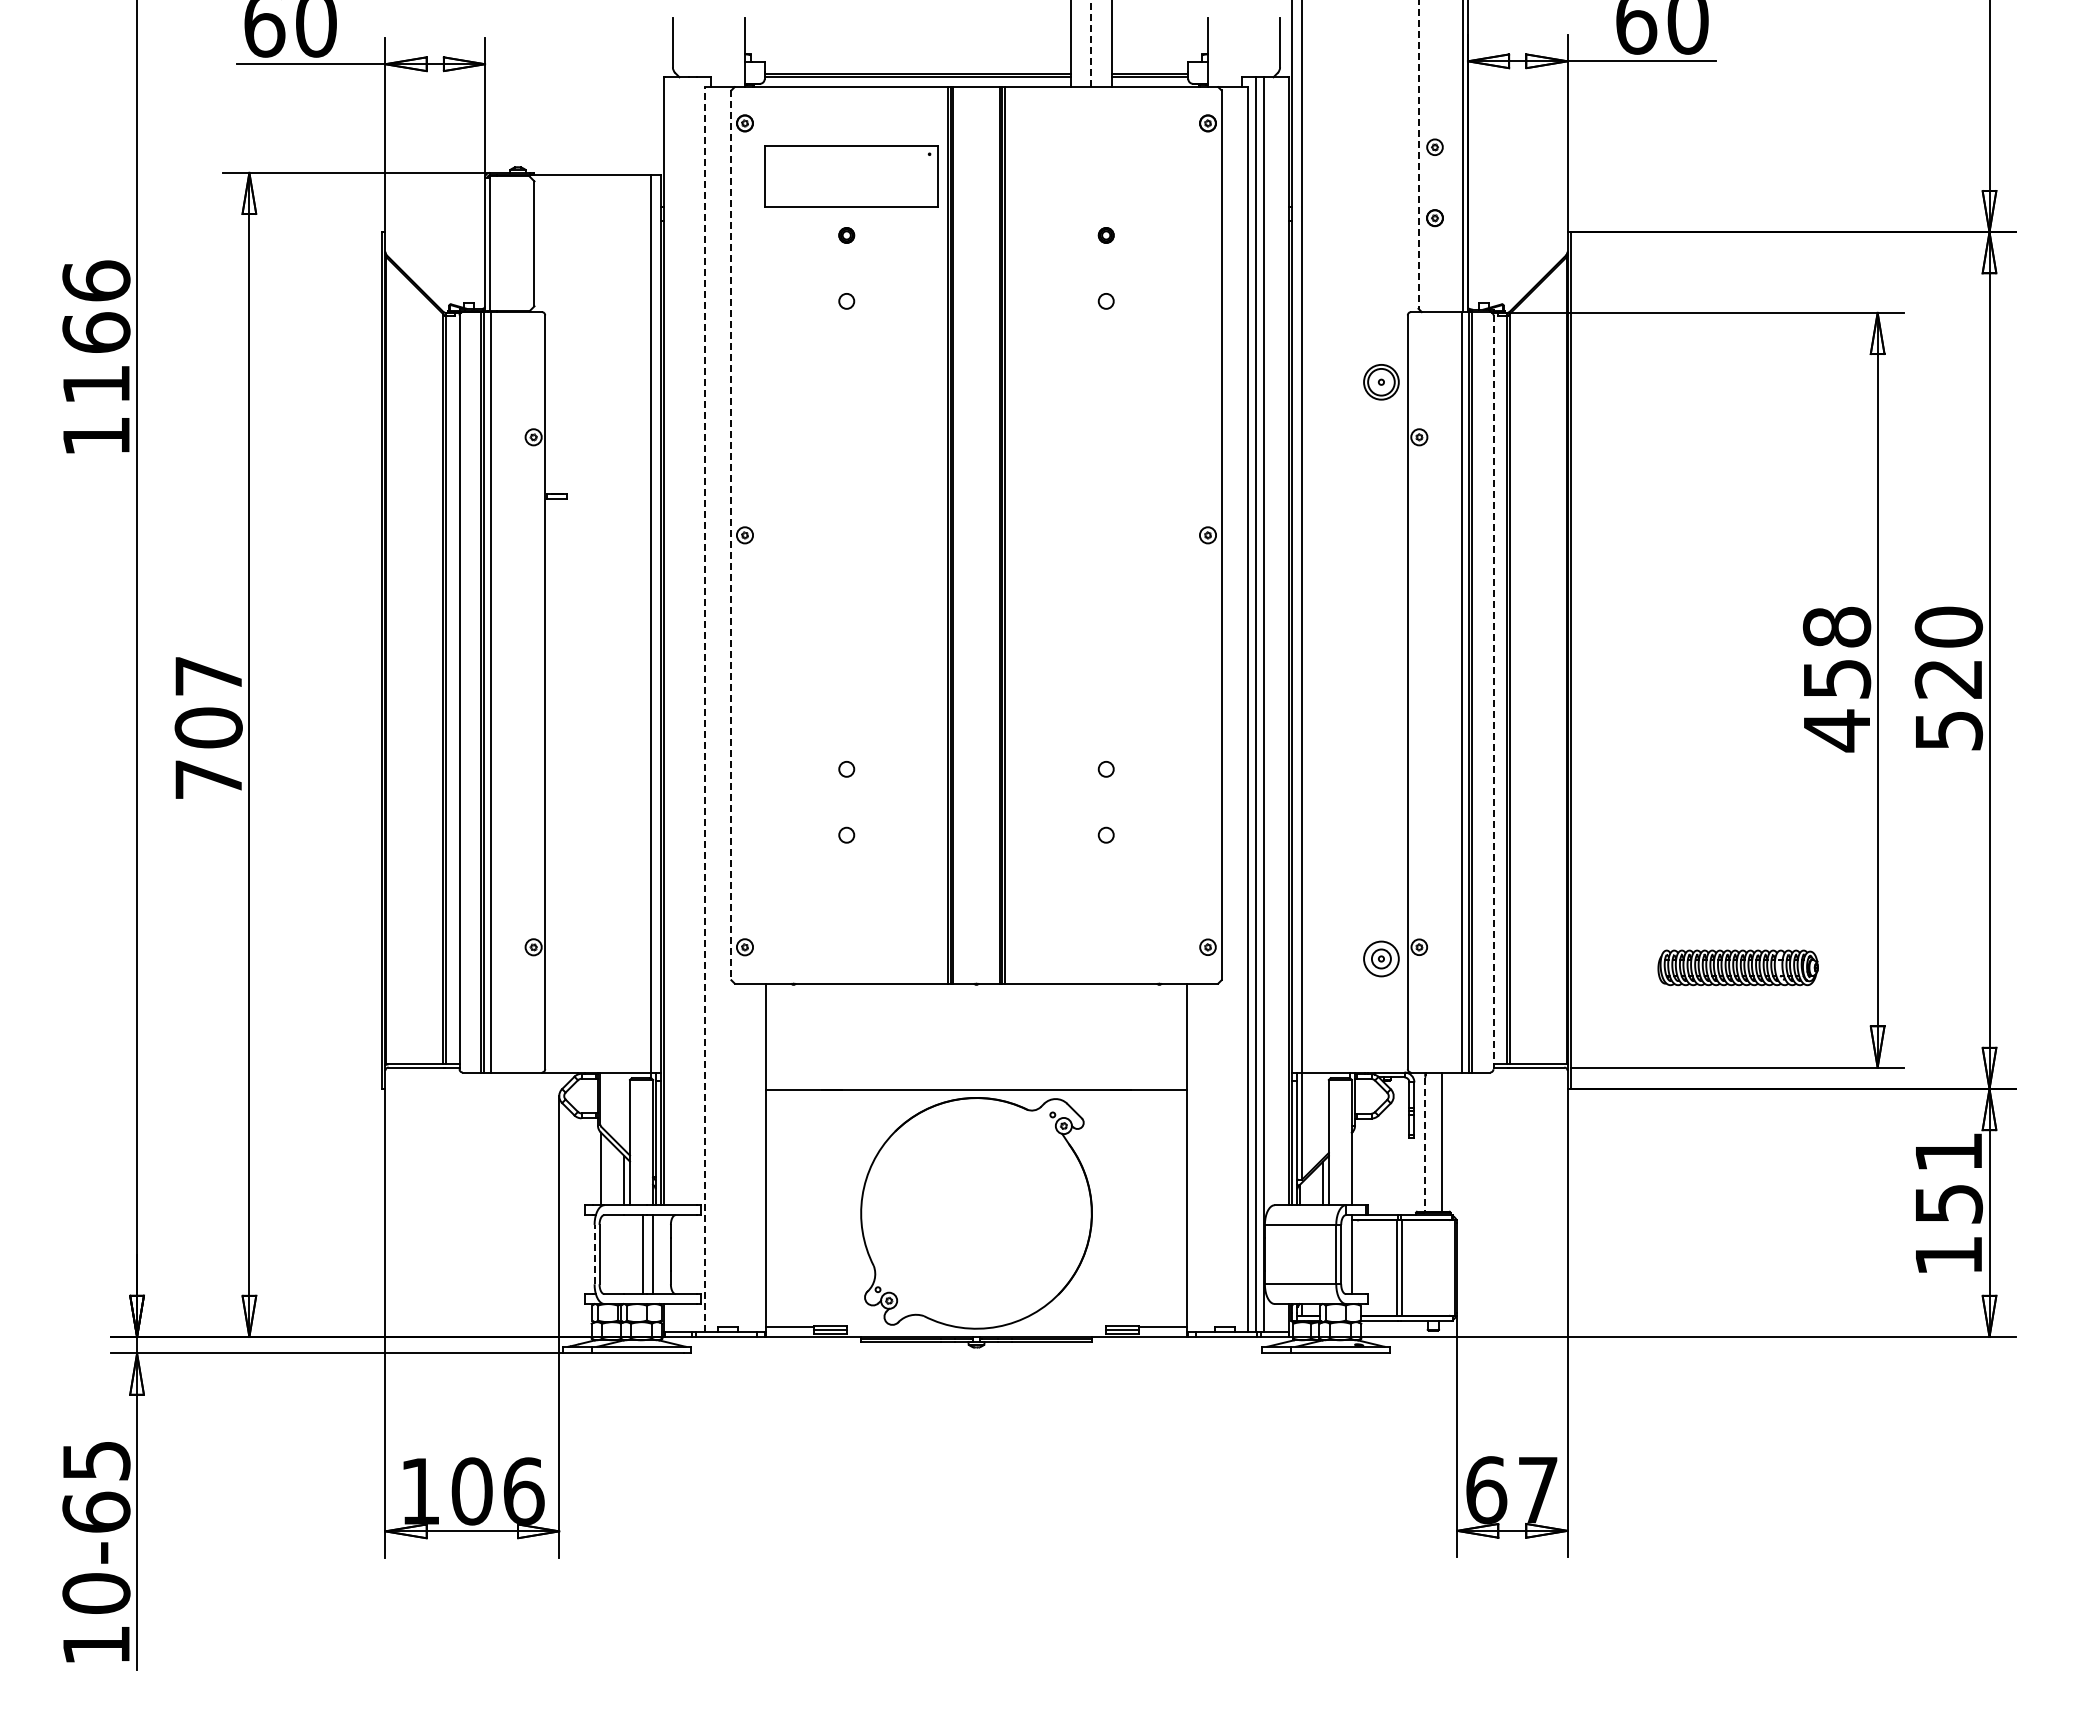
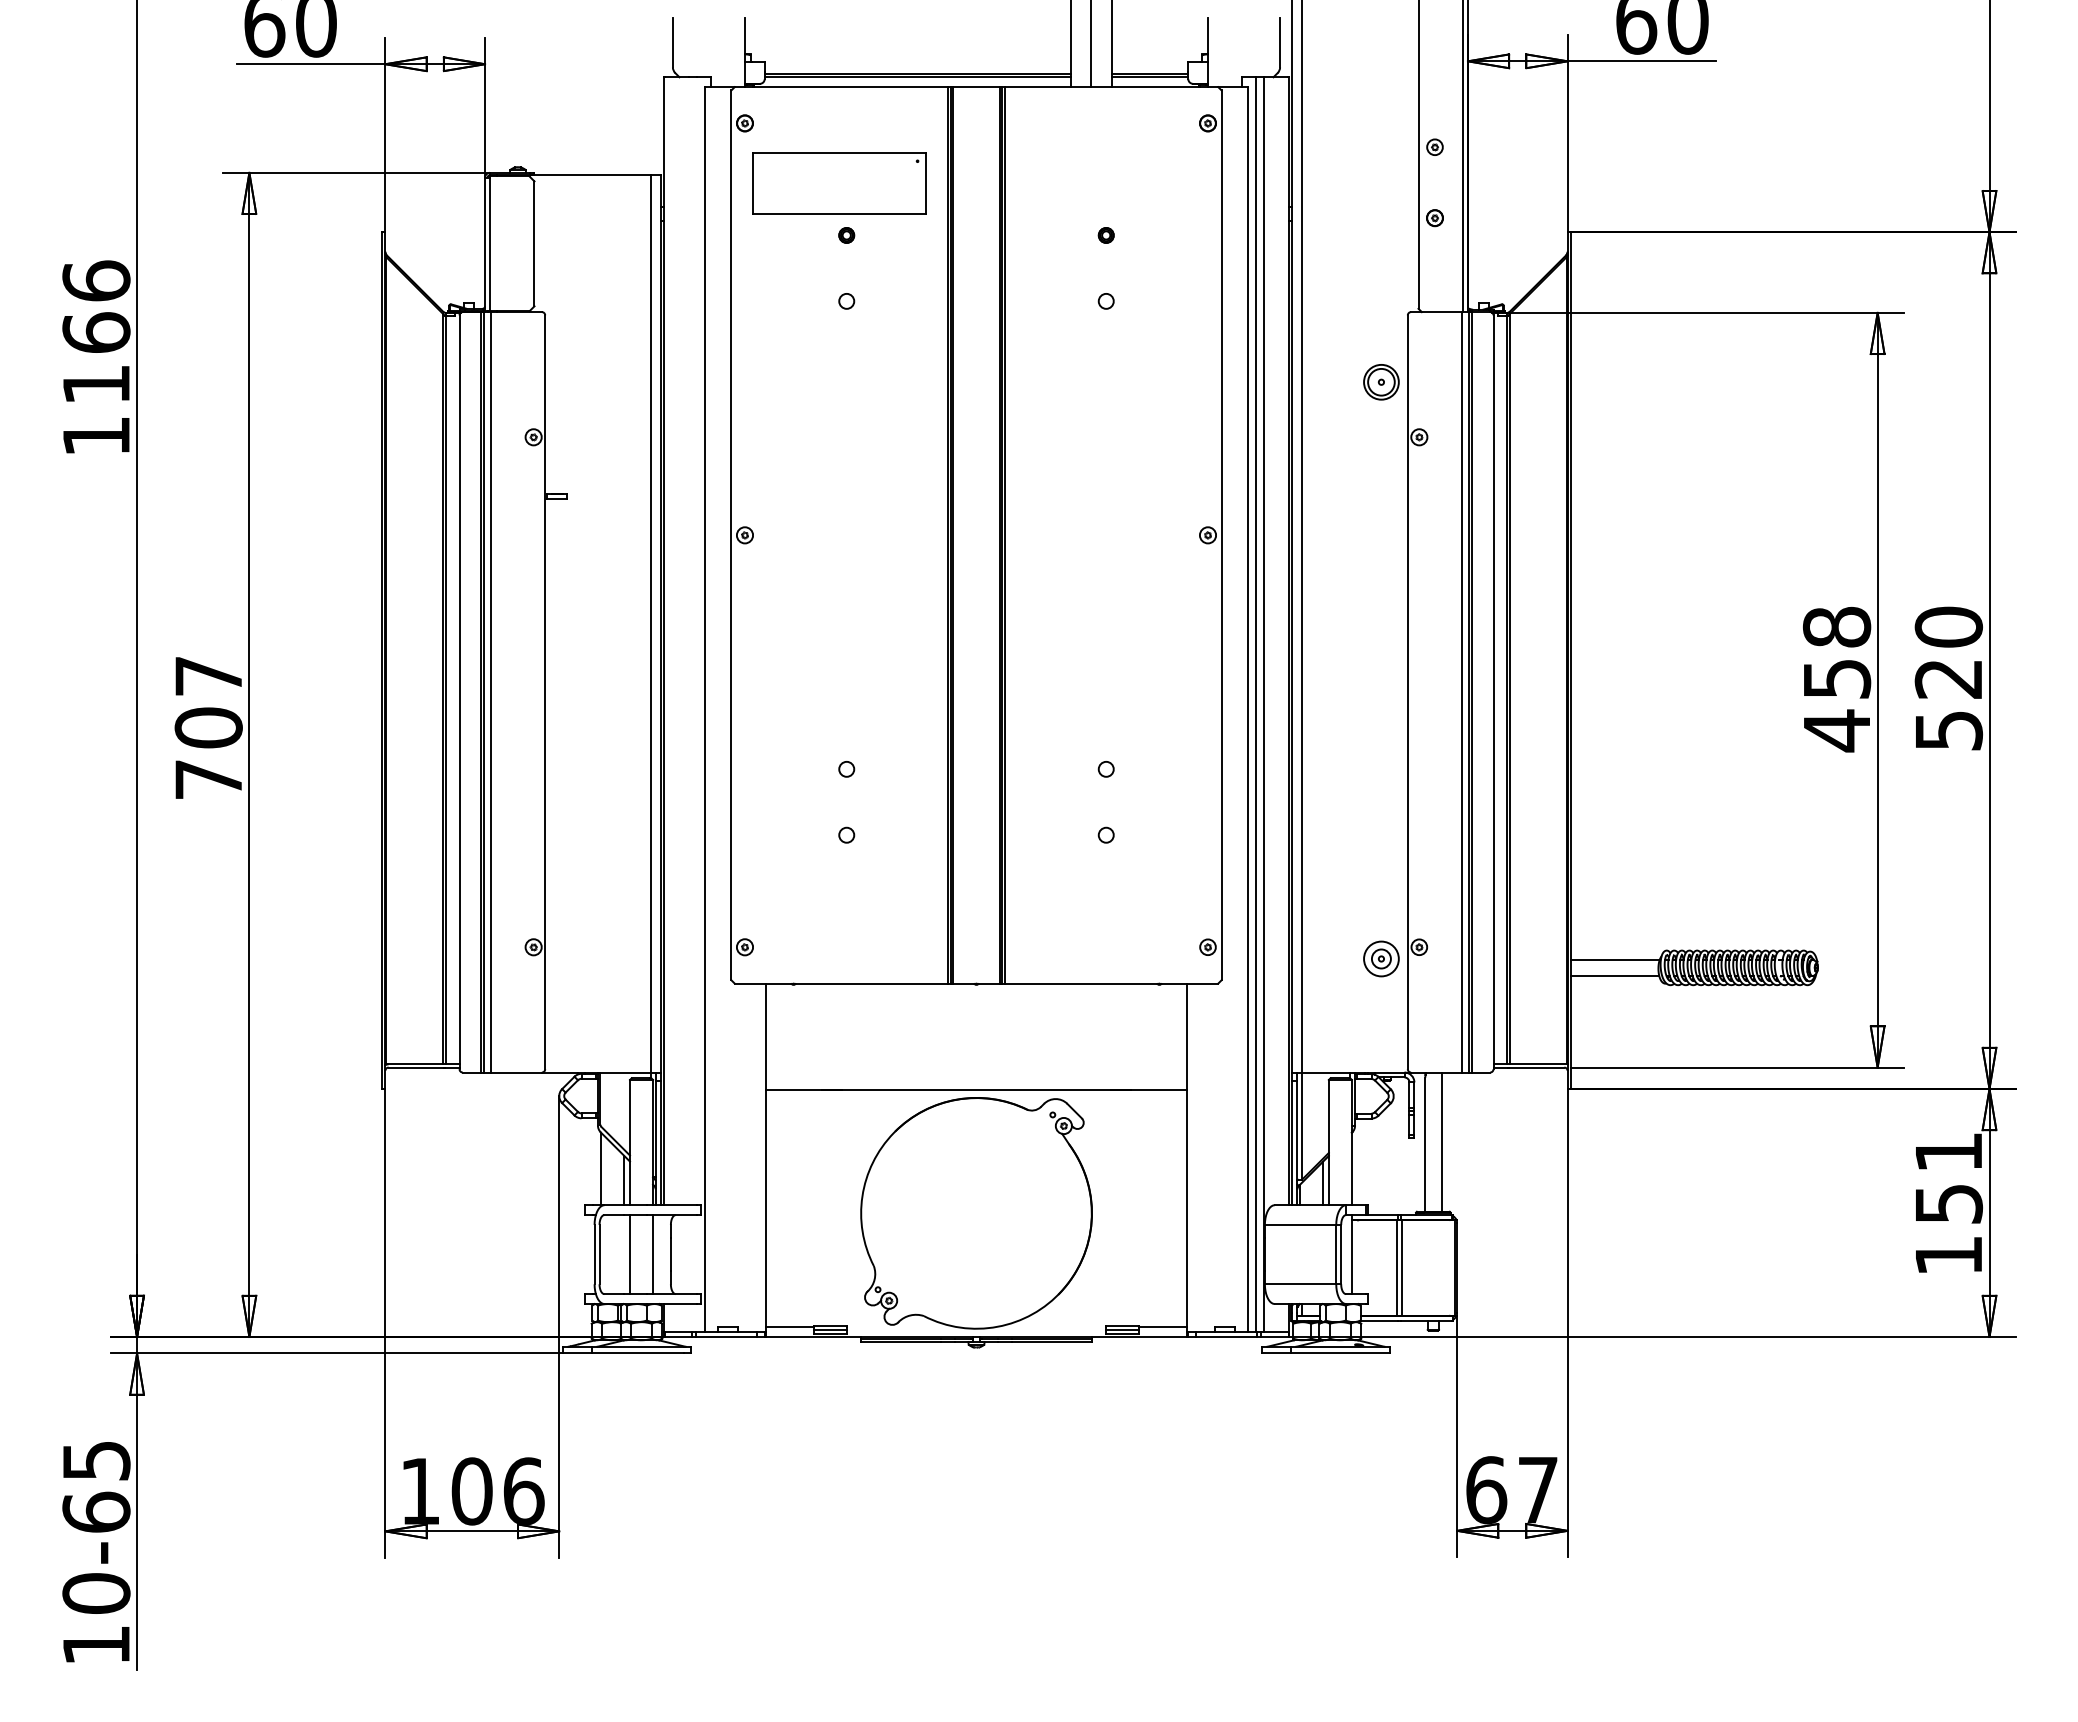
line at (1091, 43): dashed -> solid
line at (1418, 154): dashed -> solid
part at (851, 176) position: (851, 176) -> (839, 183)
line at (731, 535): dashed -> solid
line at (1493, 692): dashed -> solid
line at (705, 709): dashed -> solid
line at (1614, 959): none -> present
line at (1614, 976): none -> present
line at (1425, 1144): dashed -> solid
line at (594, 1254): dashed -> solid
line at (643, 1254) position: (643, 1254) -> (630, 1254)
